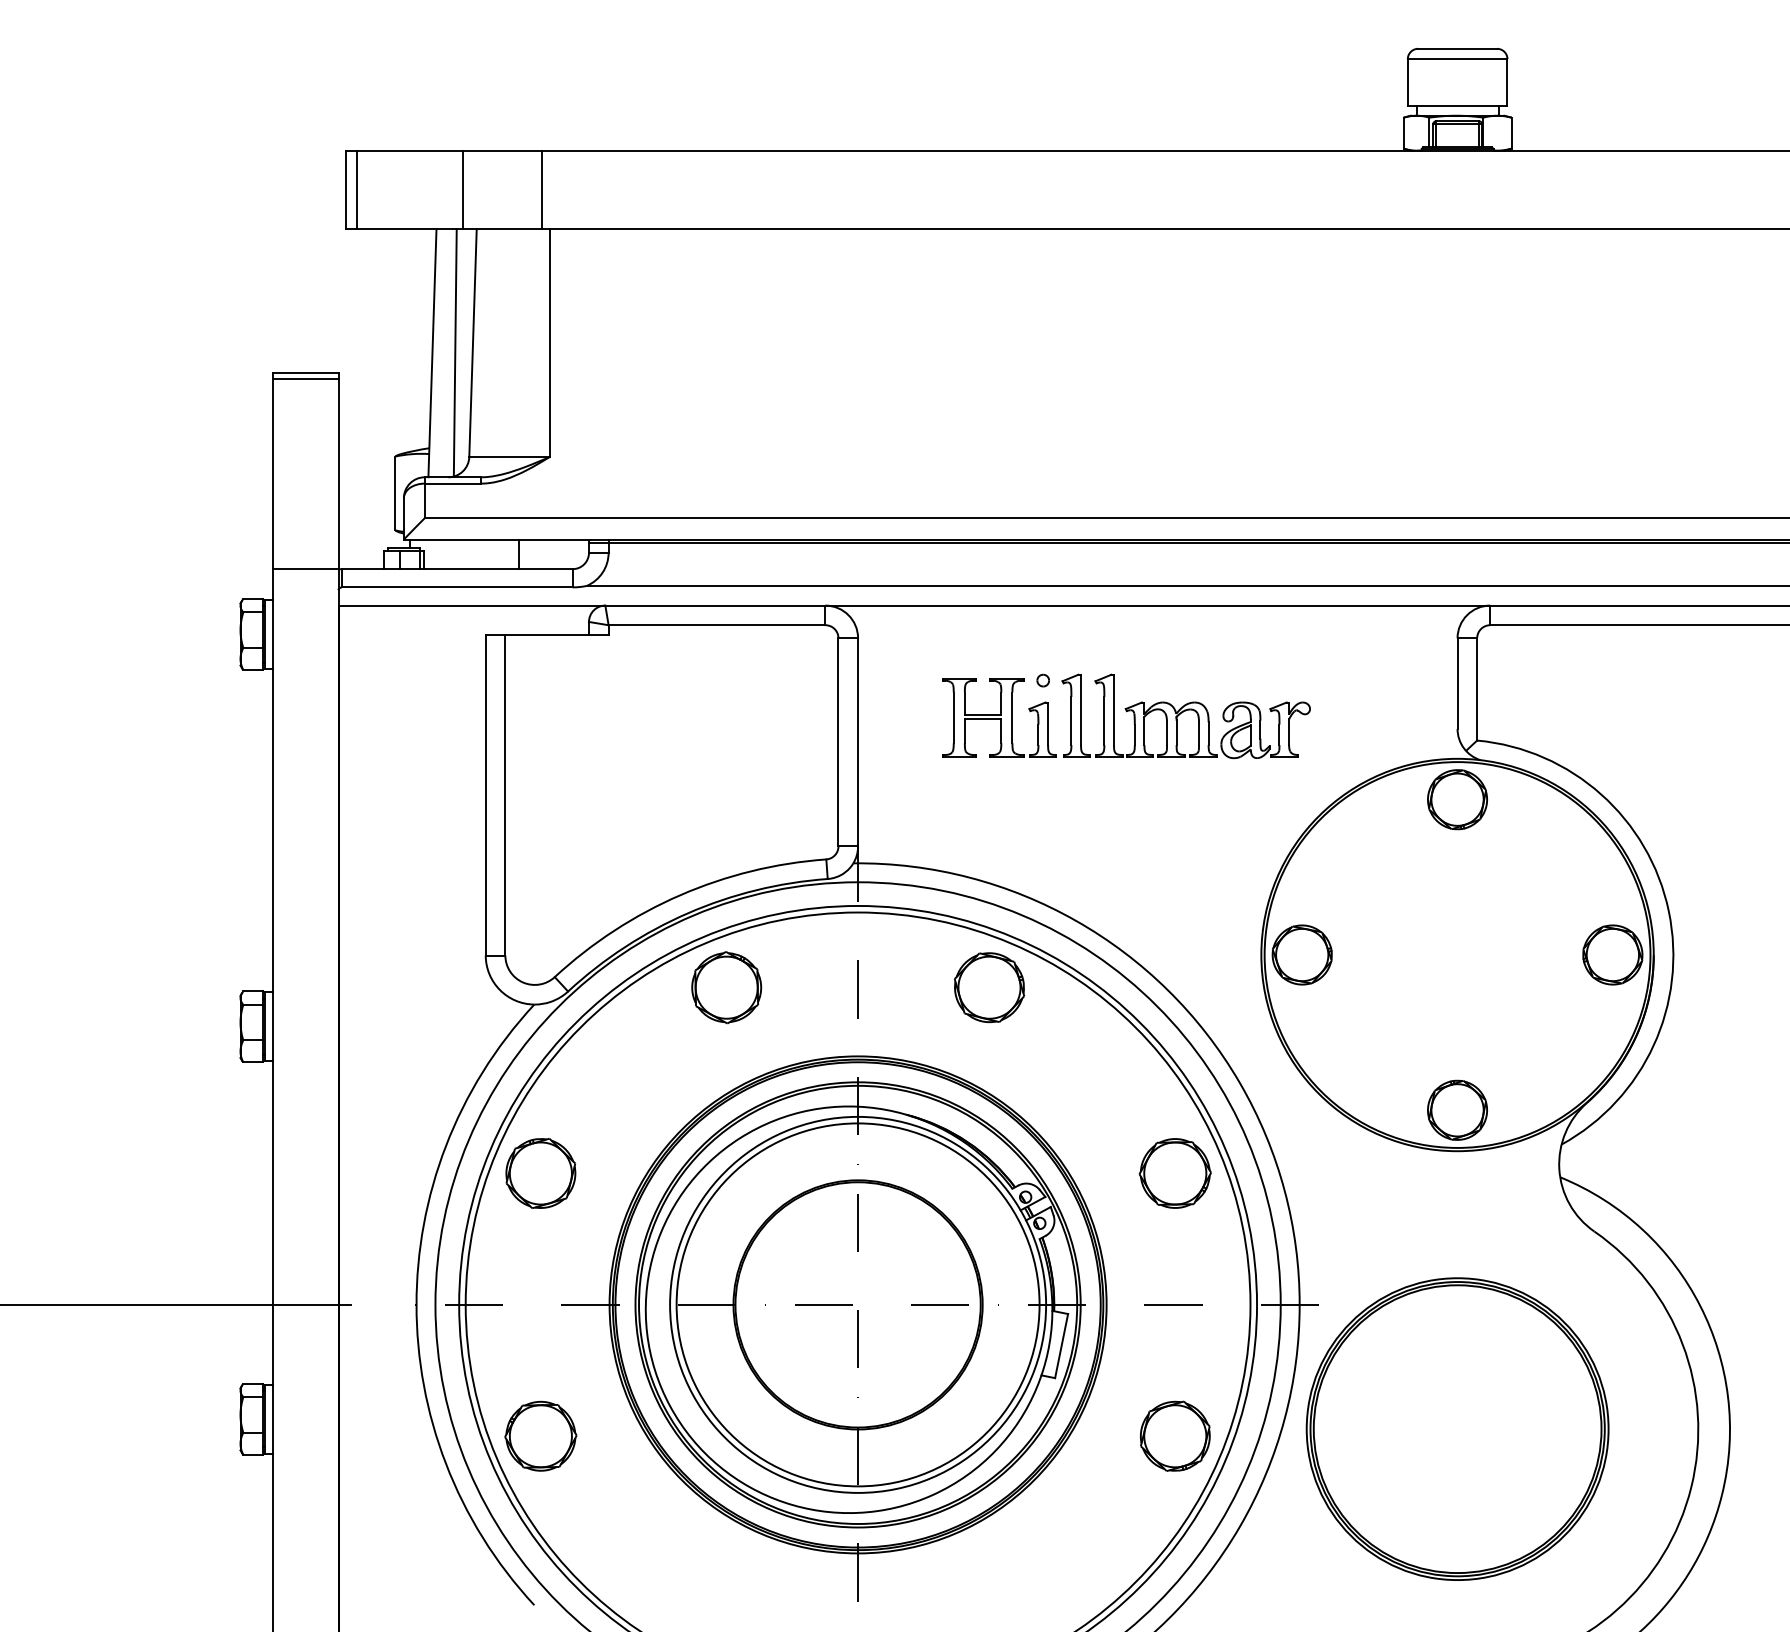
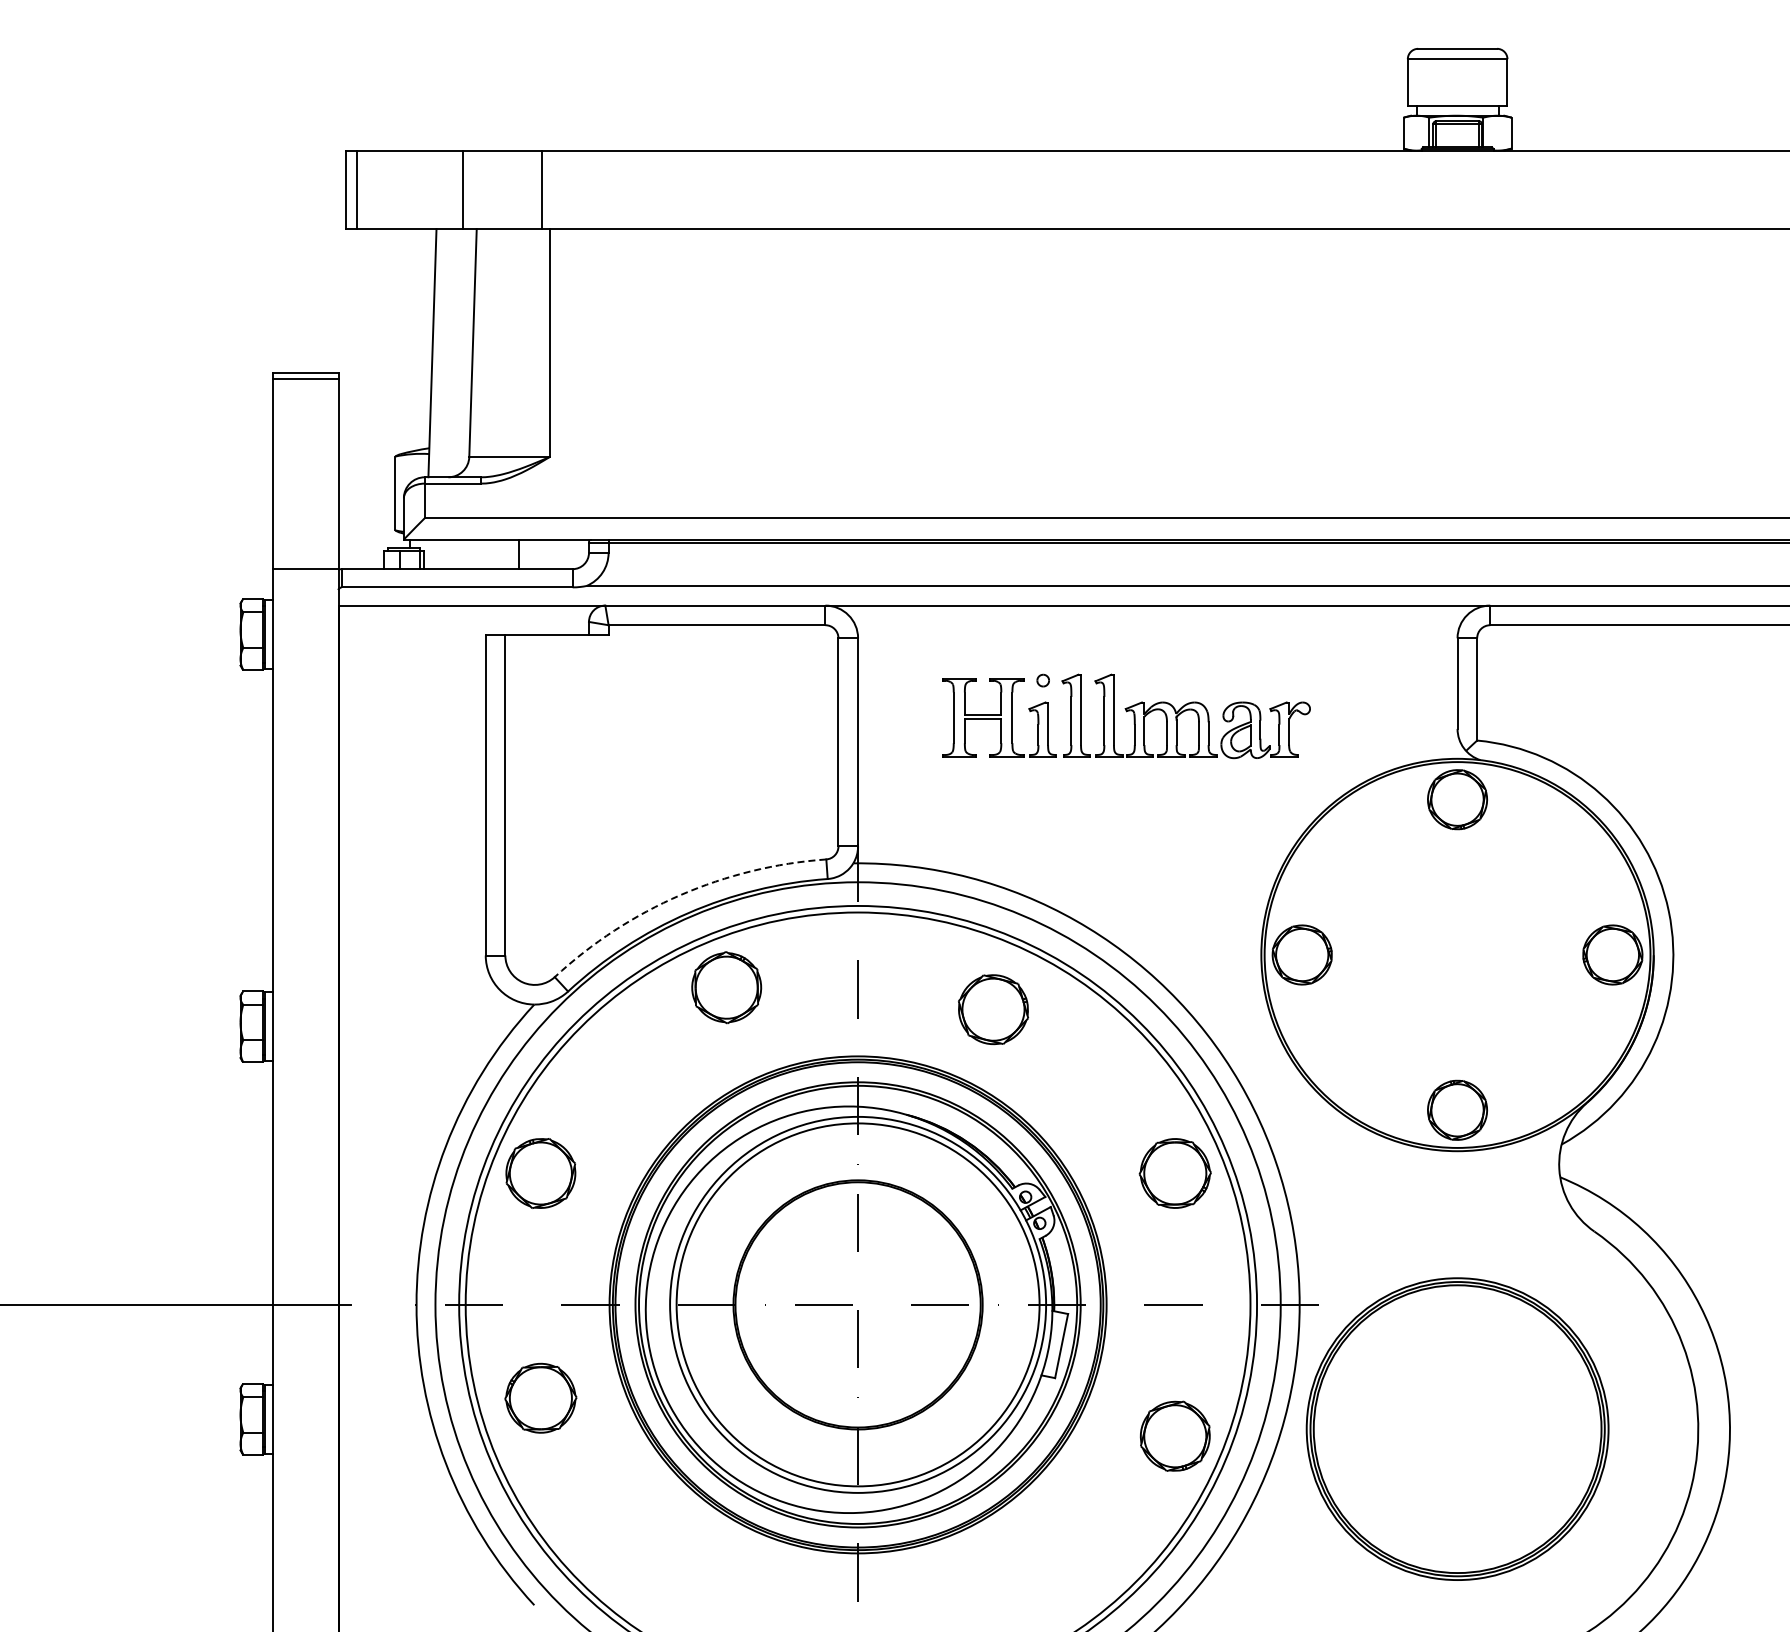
line at (454, 352): present -> none
arc at (680, 895): solid -> dashed
part at (989, 987) position: (989, 987) -> (993, 1009)
part at (540, 1435) position: (540, 1435) -> (540, 1397)
